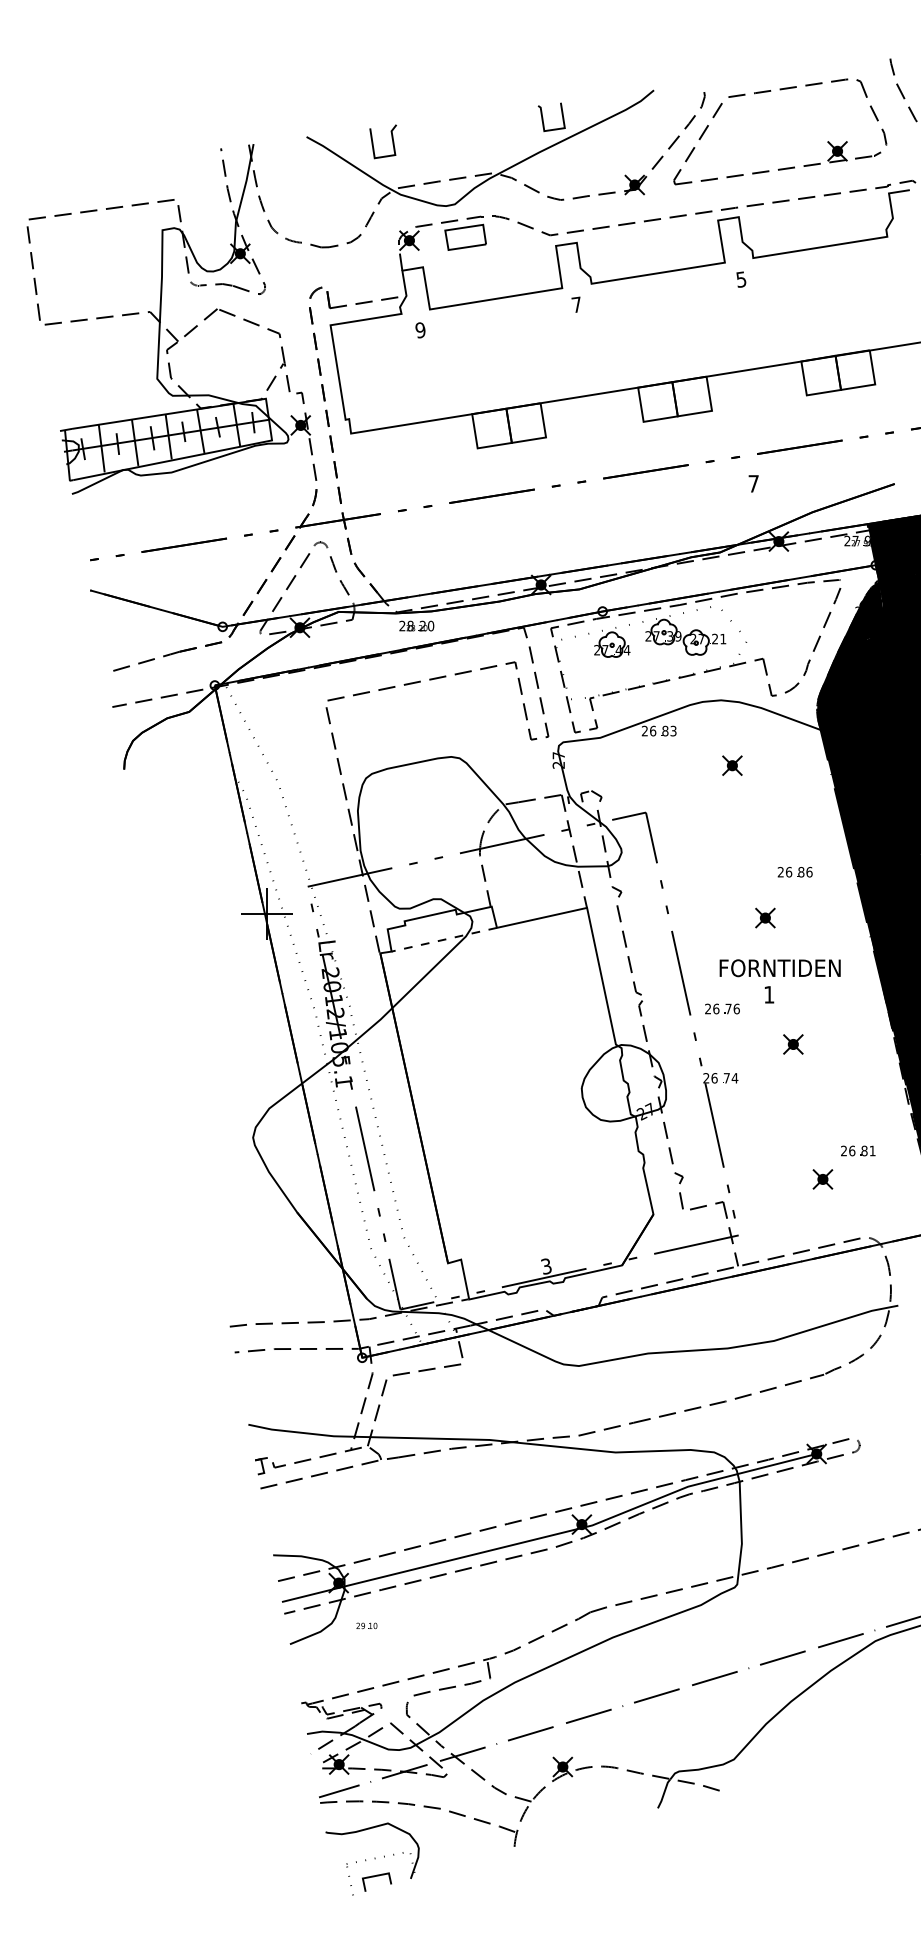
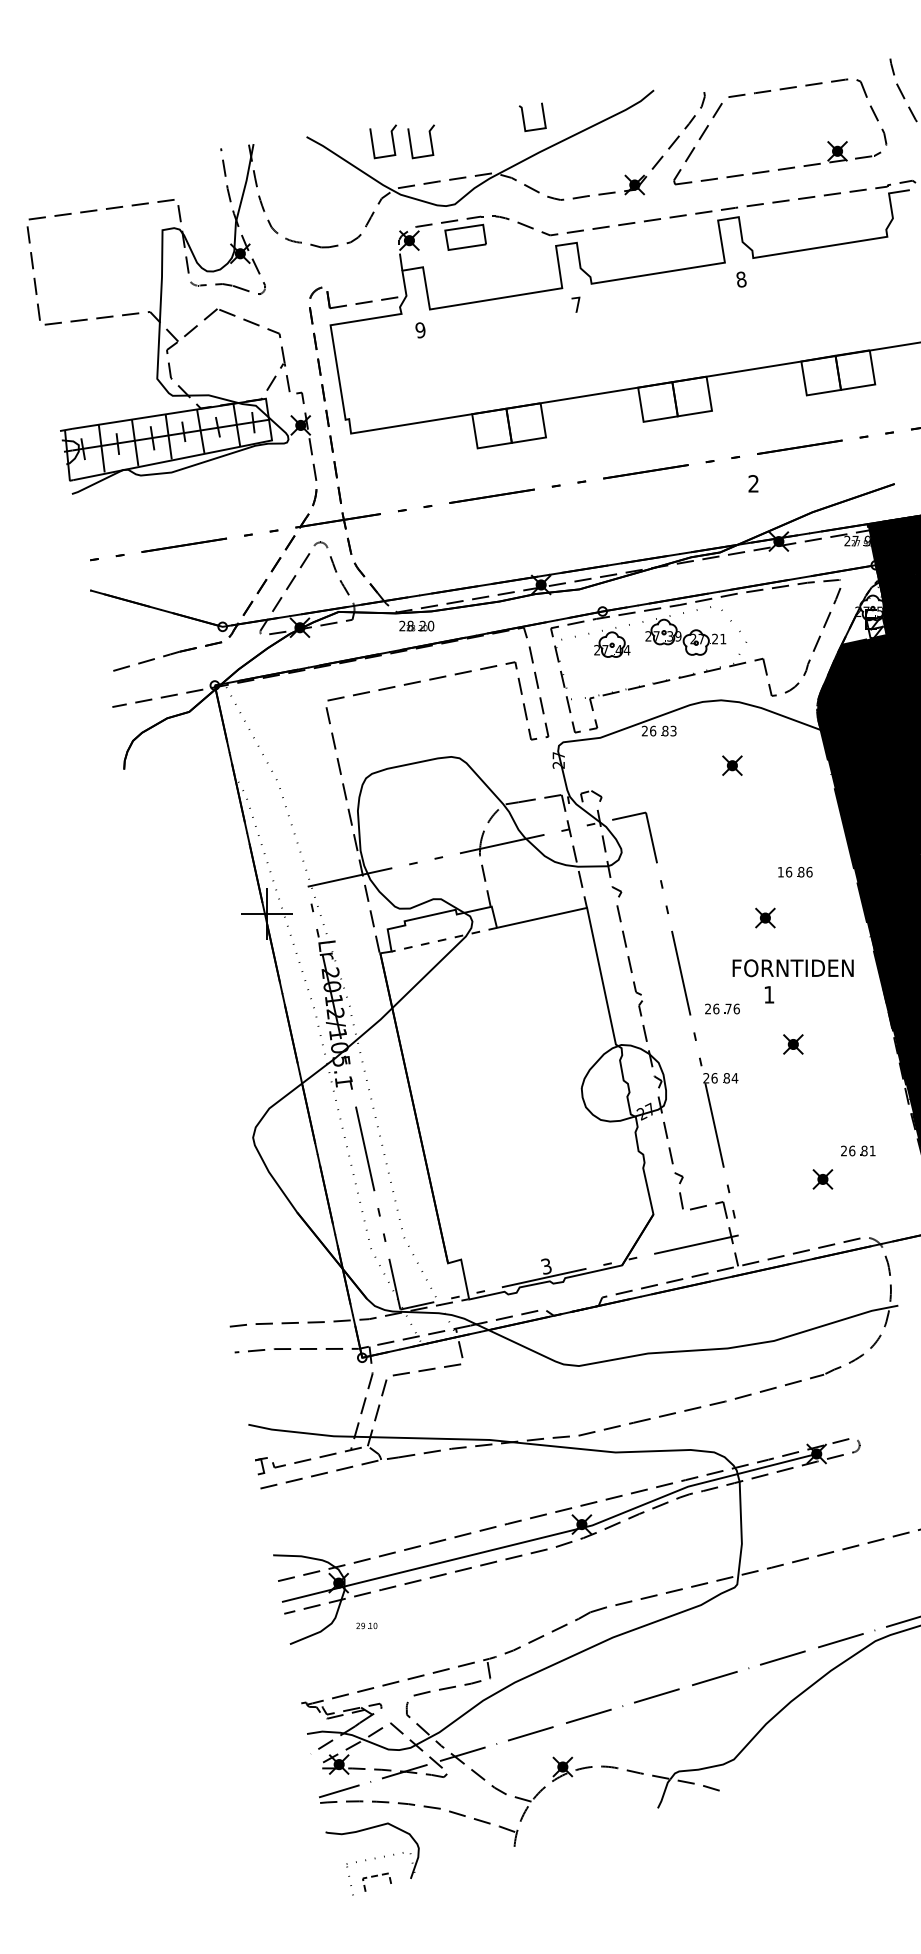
line at (543, 117) position: (543, 117) -> (524, 117)
line at (411, 141): none -> present
text at (741, 279): 5 -> 8
text at (753, 483): 7 -> 2
fill at (863, 613): present -> none
text at (780, 871): 26 -> 16
text at (779, 968) position: (779, 968) -> (792, 968)
text at (726, 1078): 74 -> 84
line at (375, 1876): solid -> dashed
